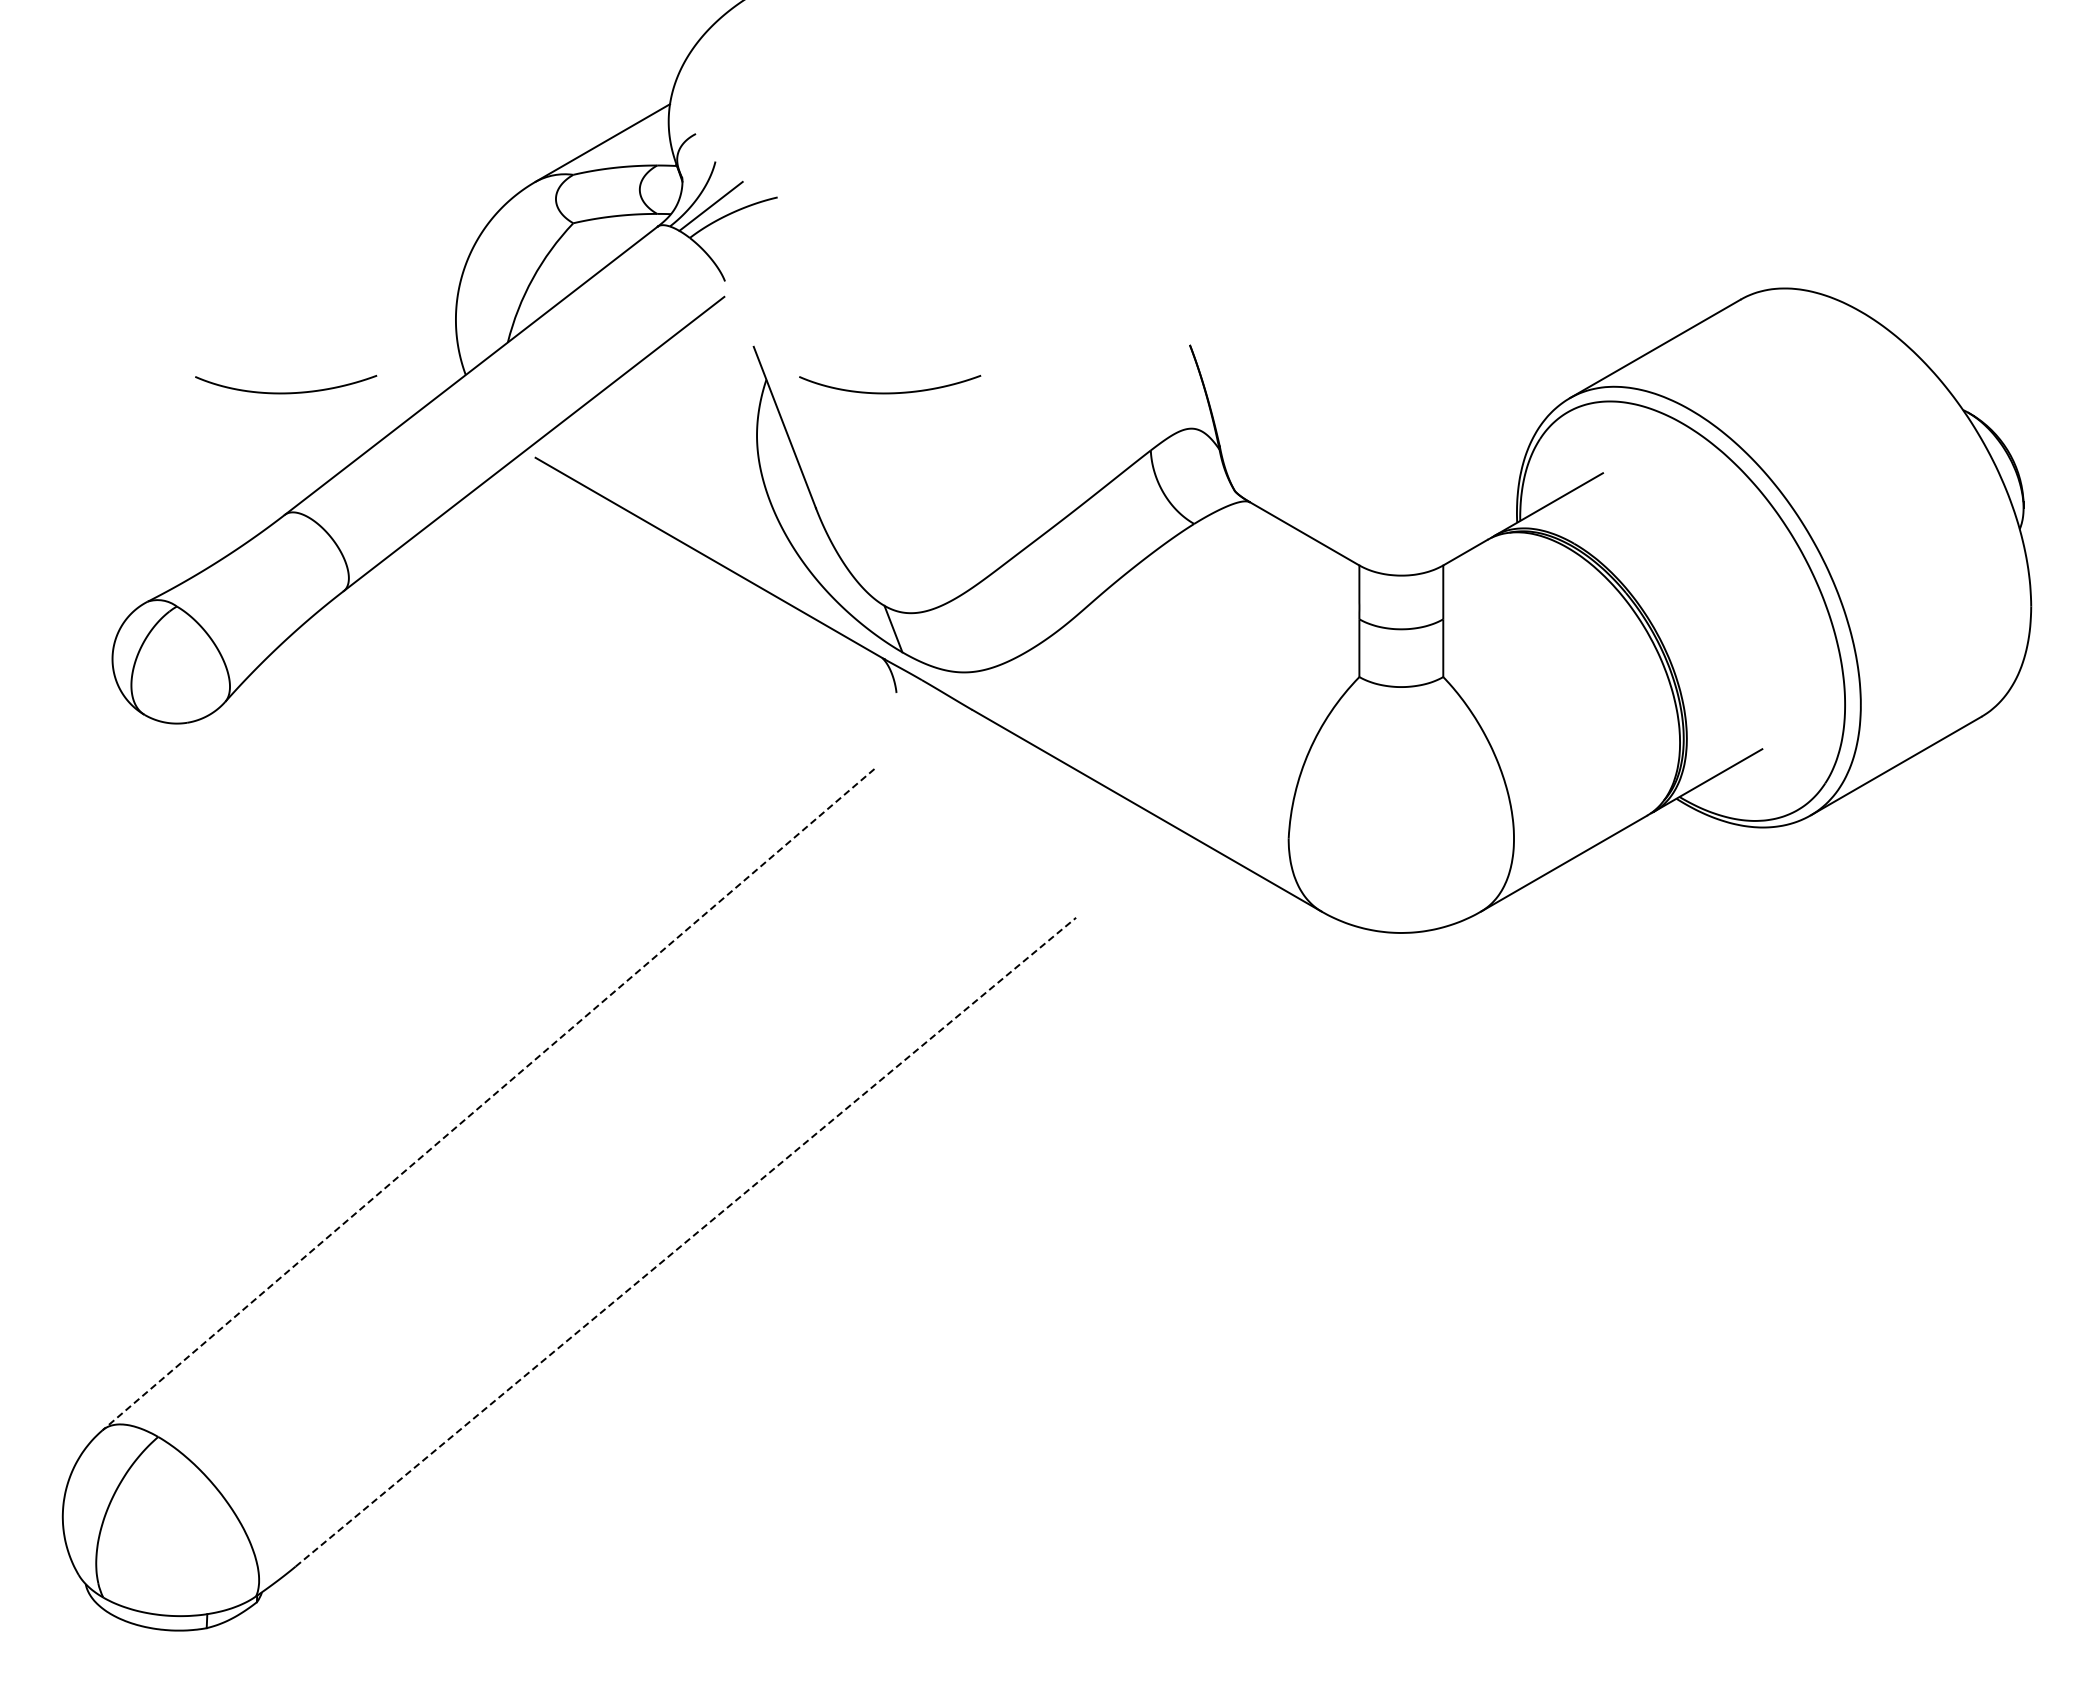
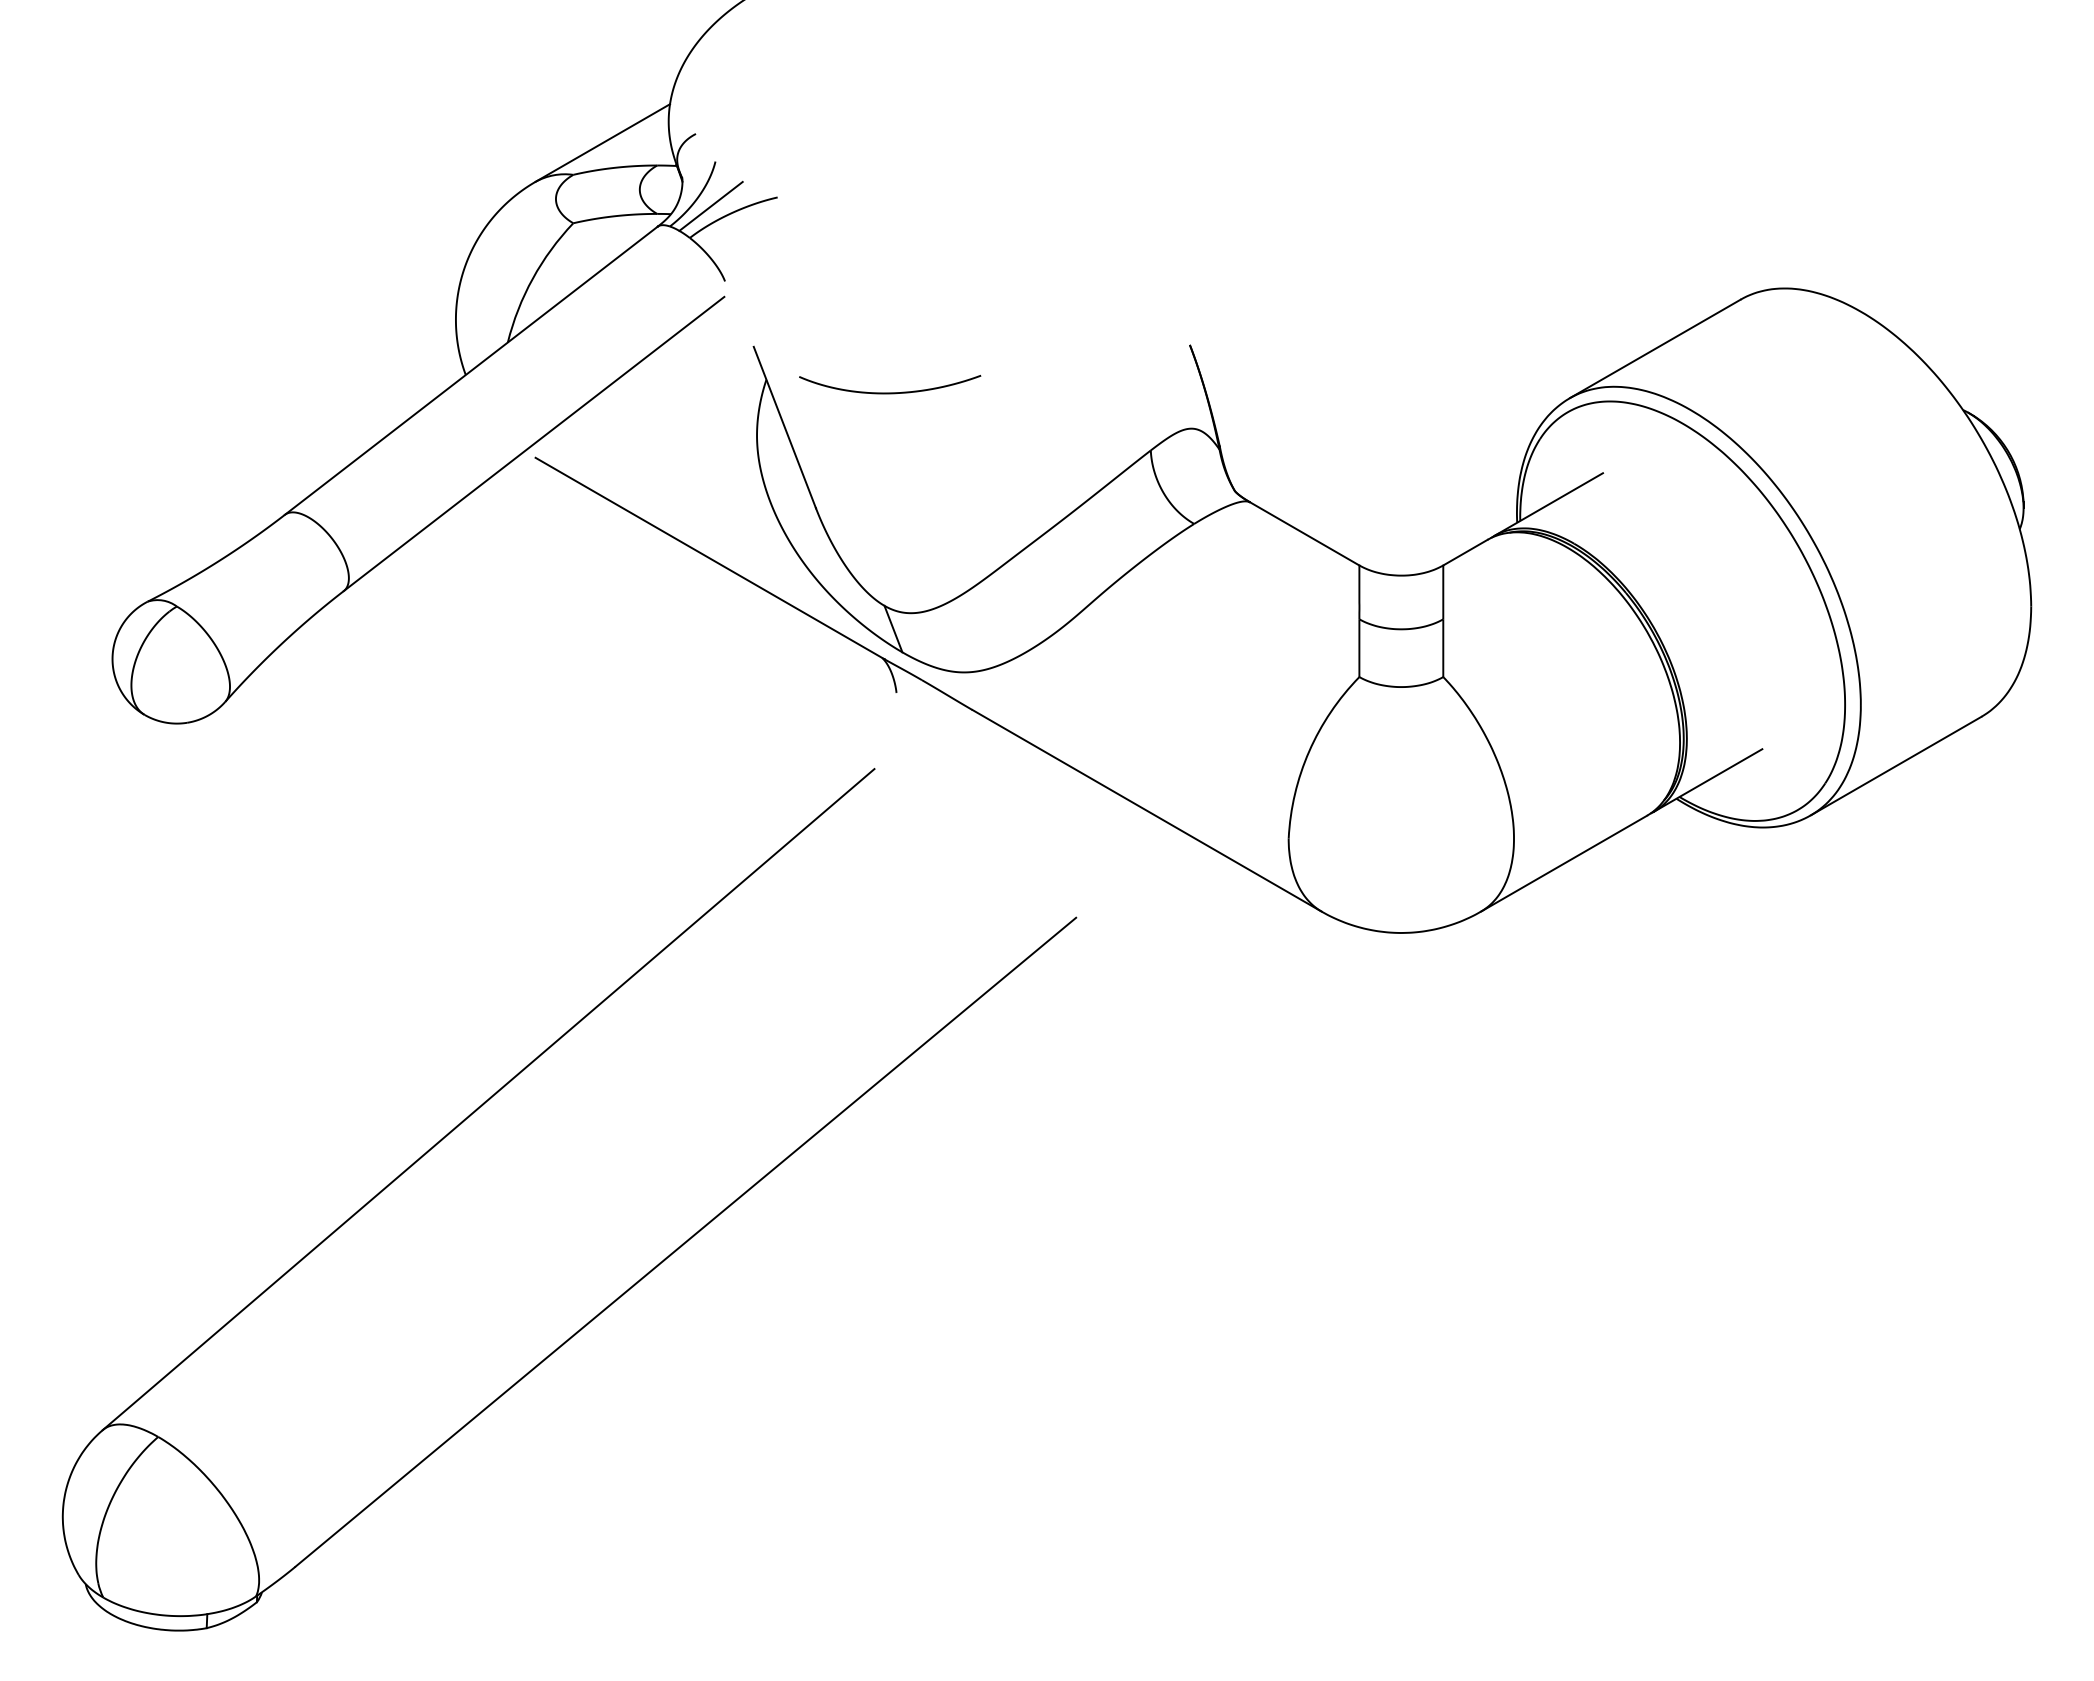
curve at (286, 392): present -> none
line at (488, 1099): dashed -> solid
line at (685, 1242): dashed -> solid
